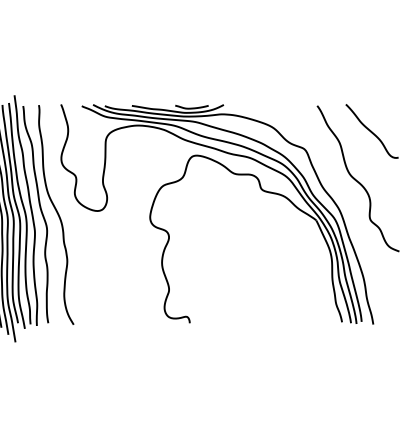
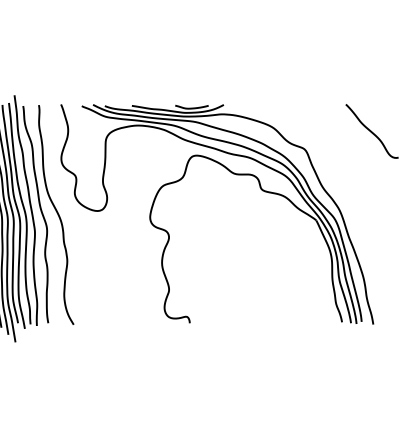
curve at (356, 179): present -> none
